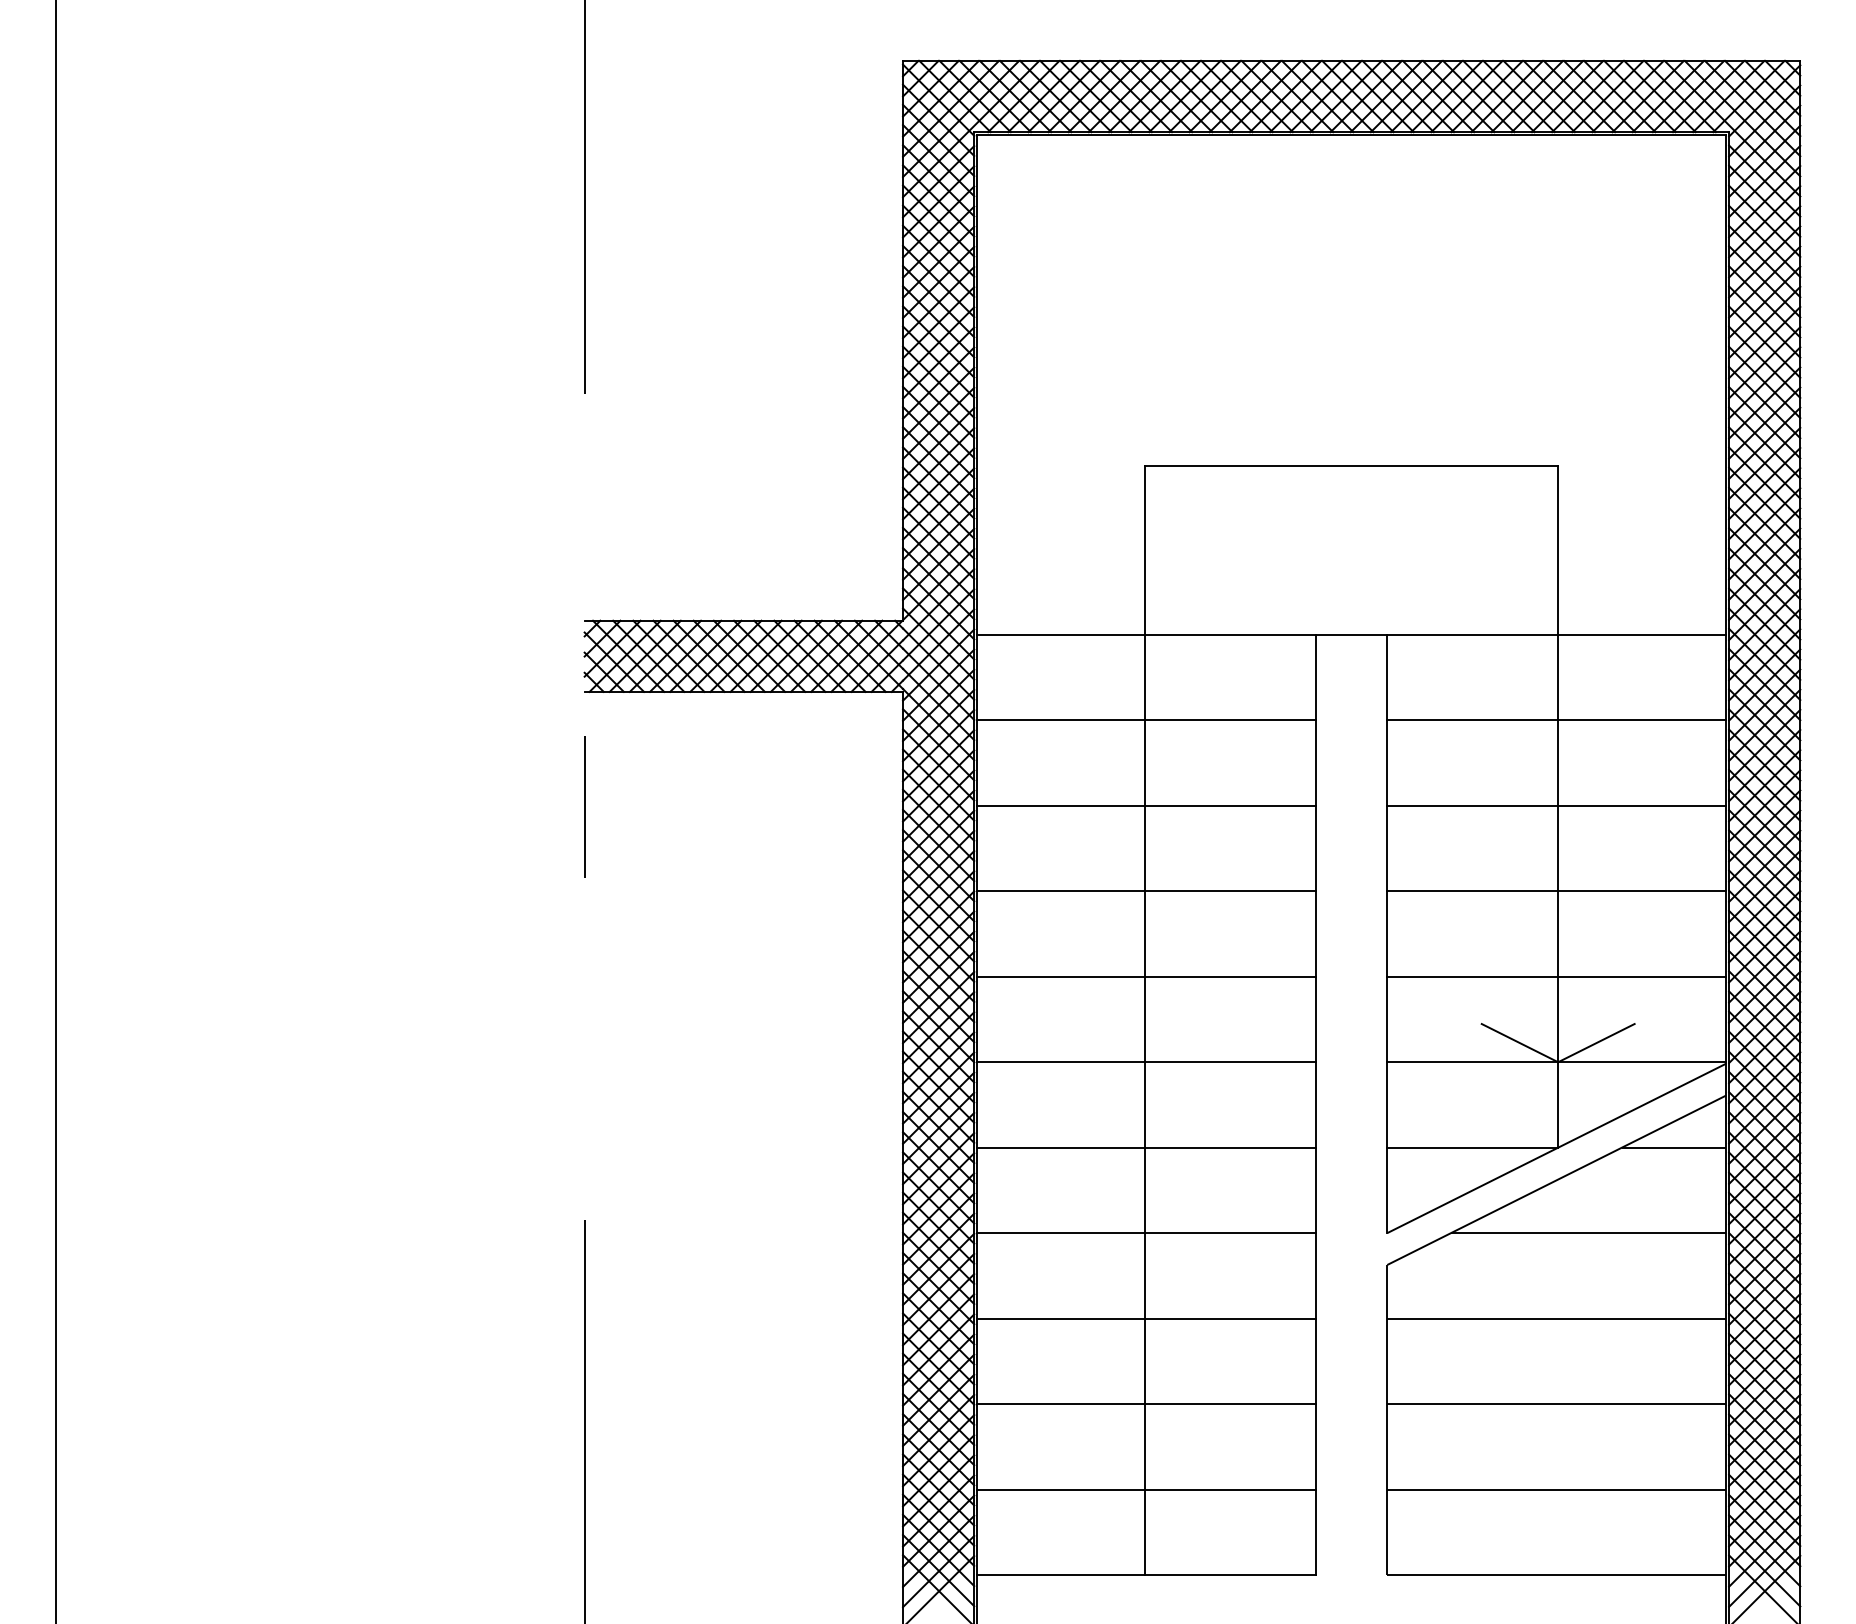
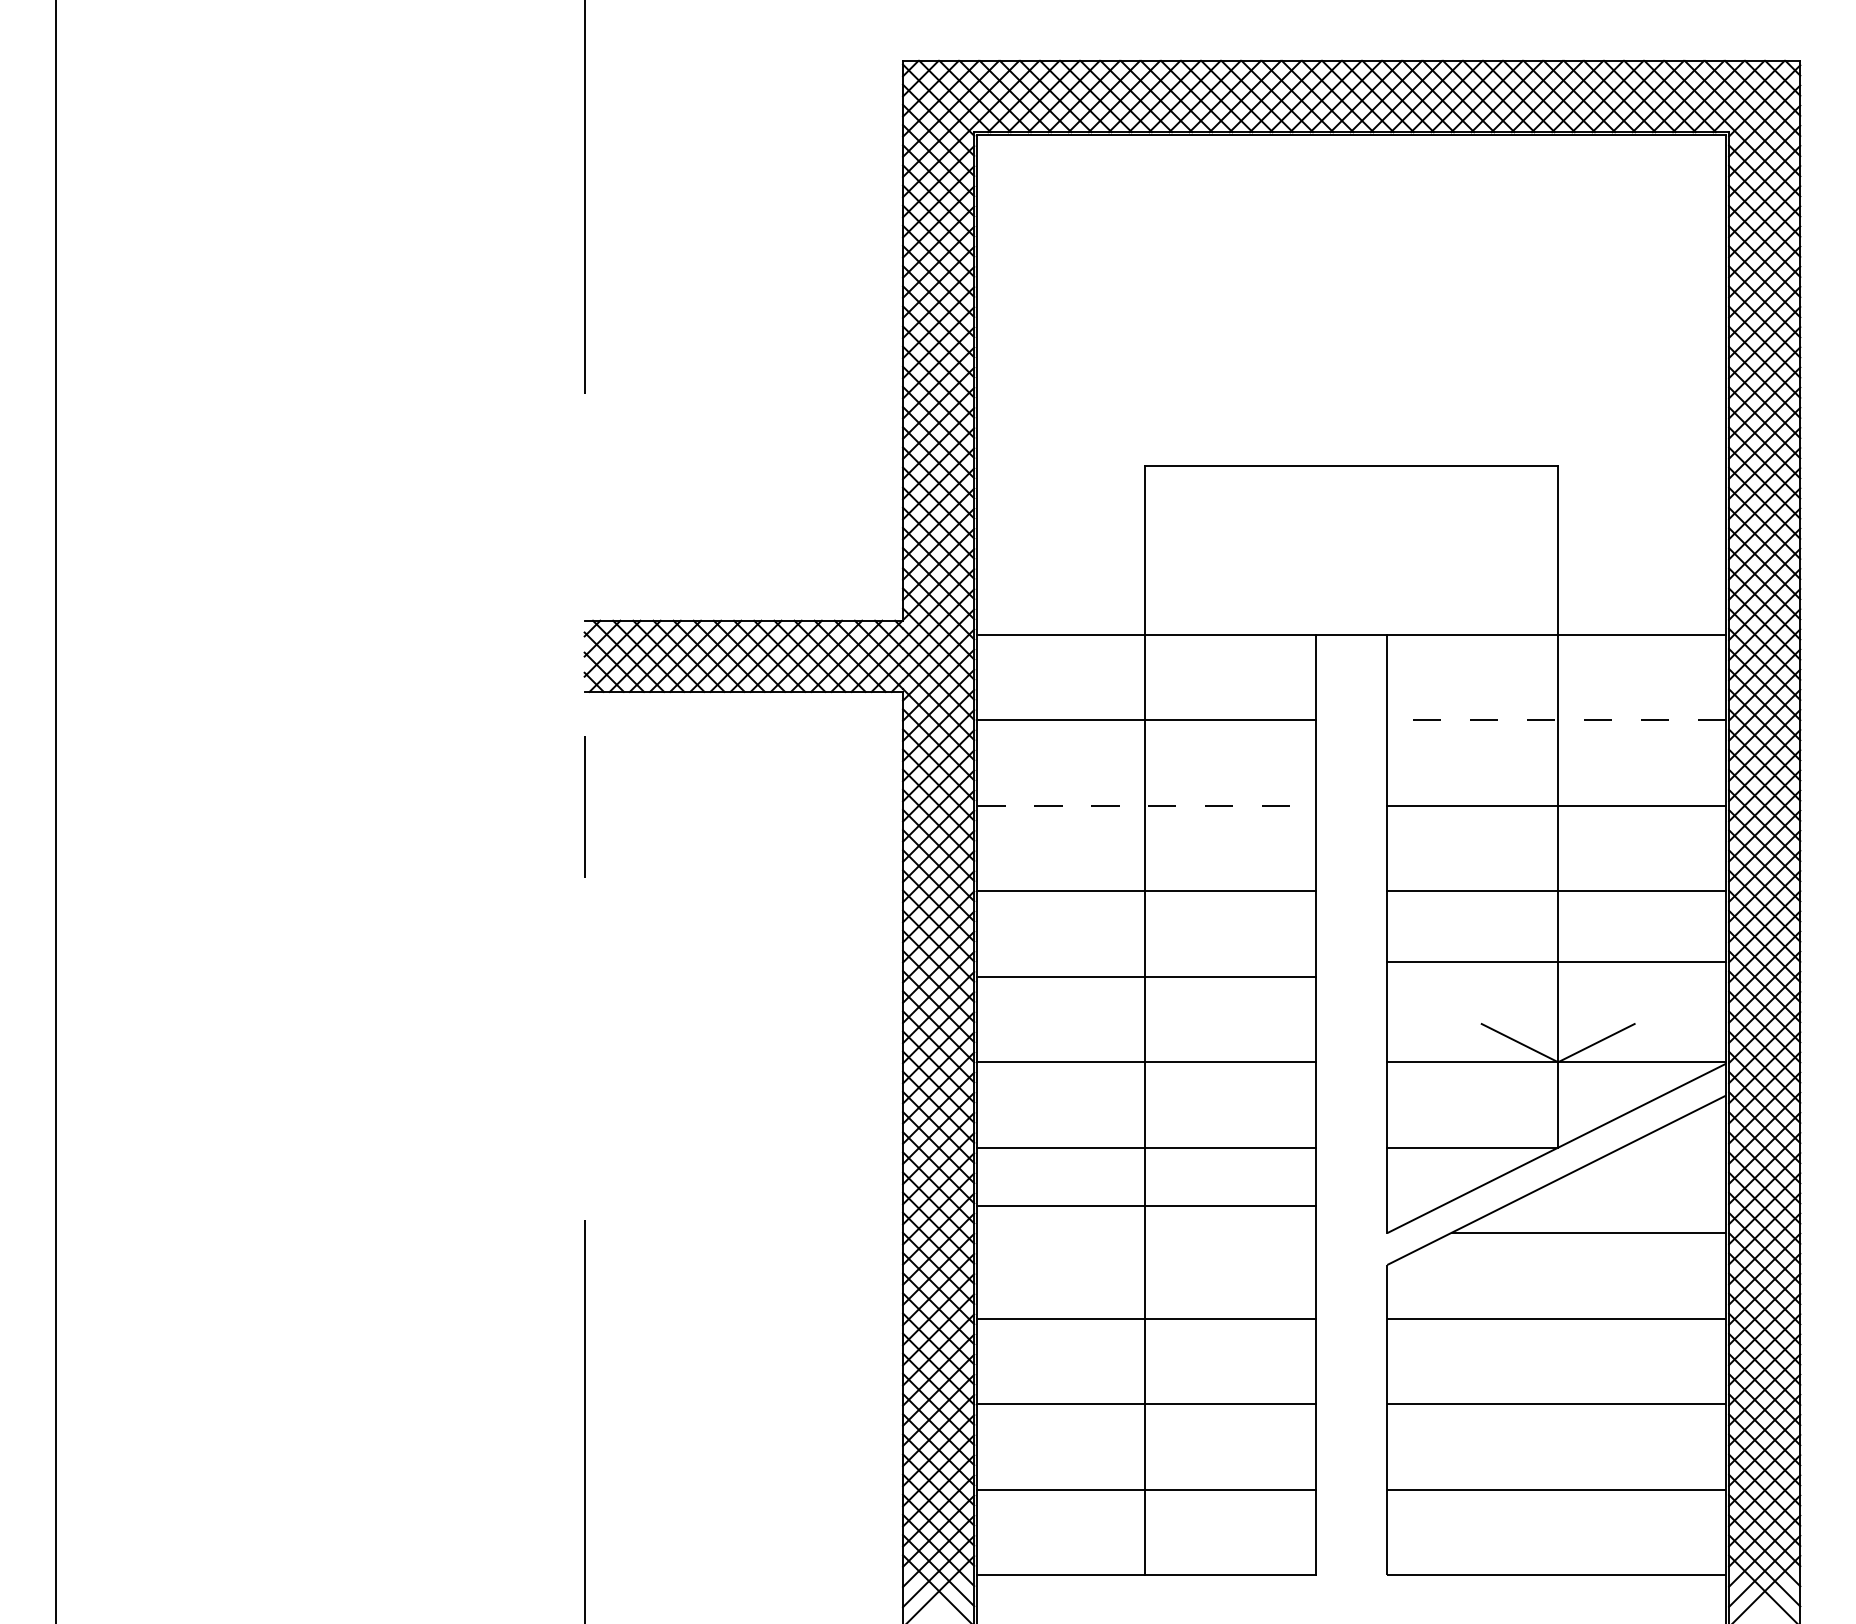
line at (1556, 720): solid -> dashed
line at (1146, 805): solid -> dashed
line at (1556, 976) position: (1556, 976) -> (1556, 961)
line at (1673, 1147): present -> none
line at (1146, 1233) position: (1146, 1233) -> (1146, 1206)
